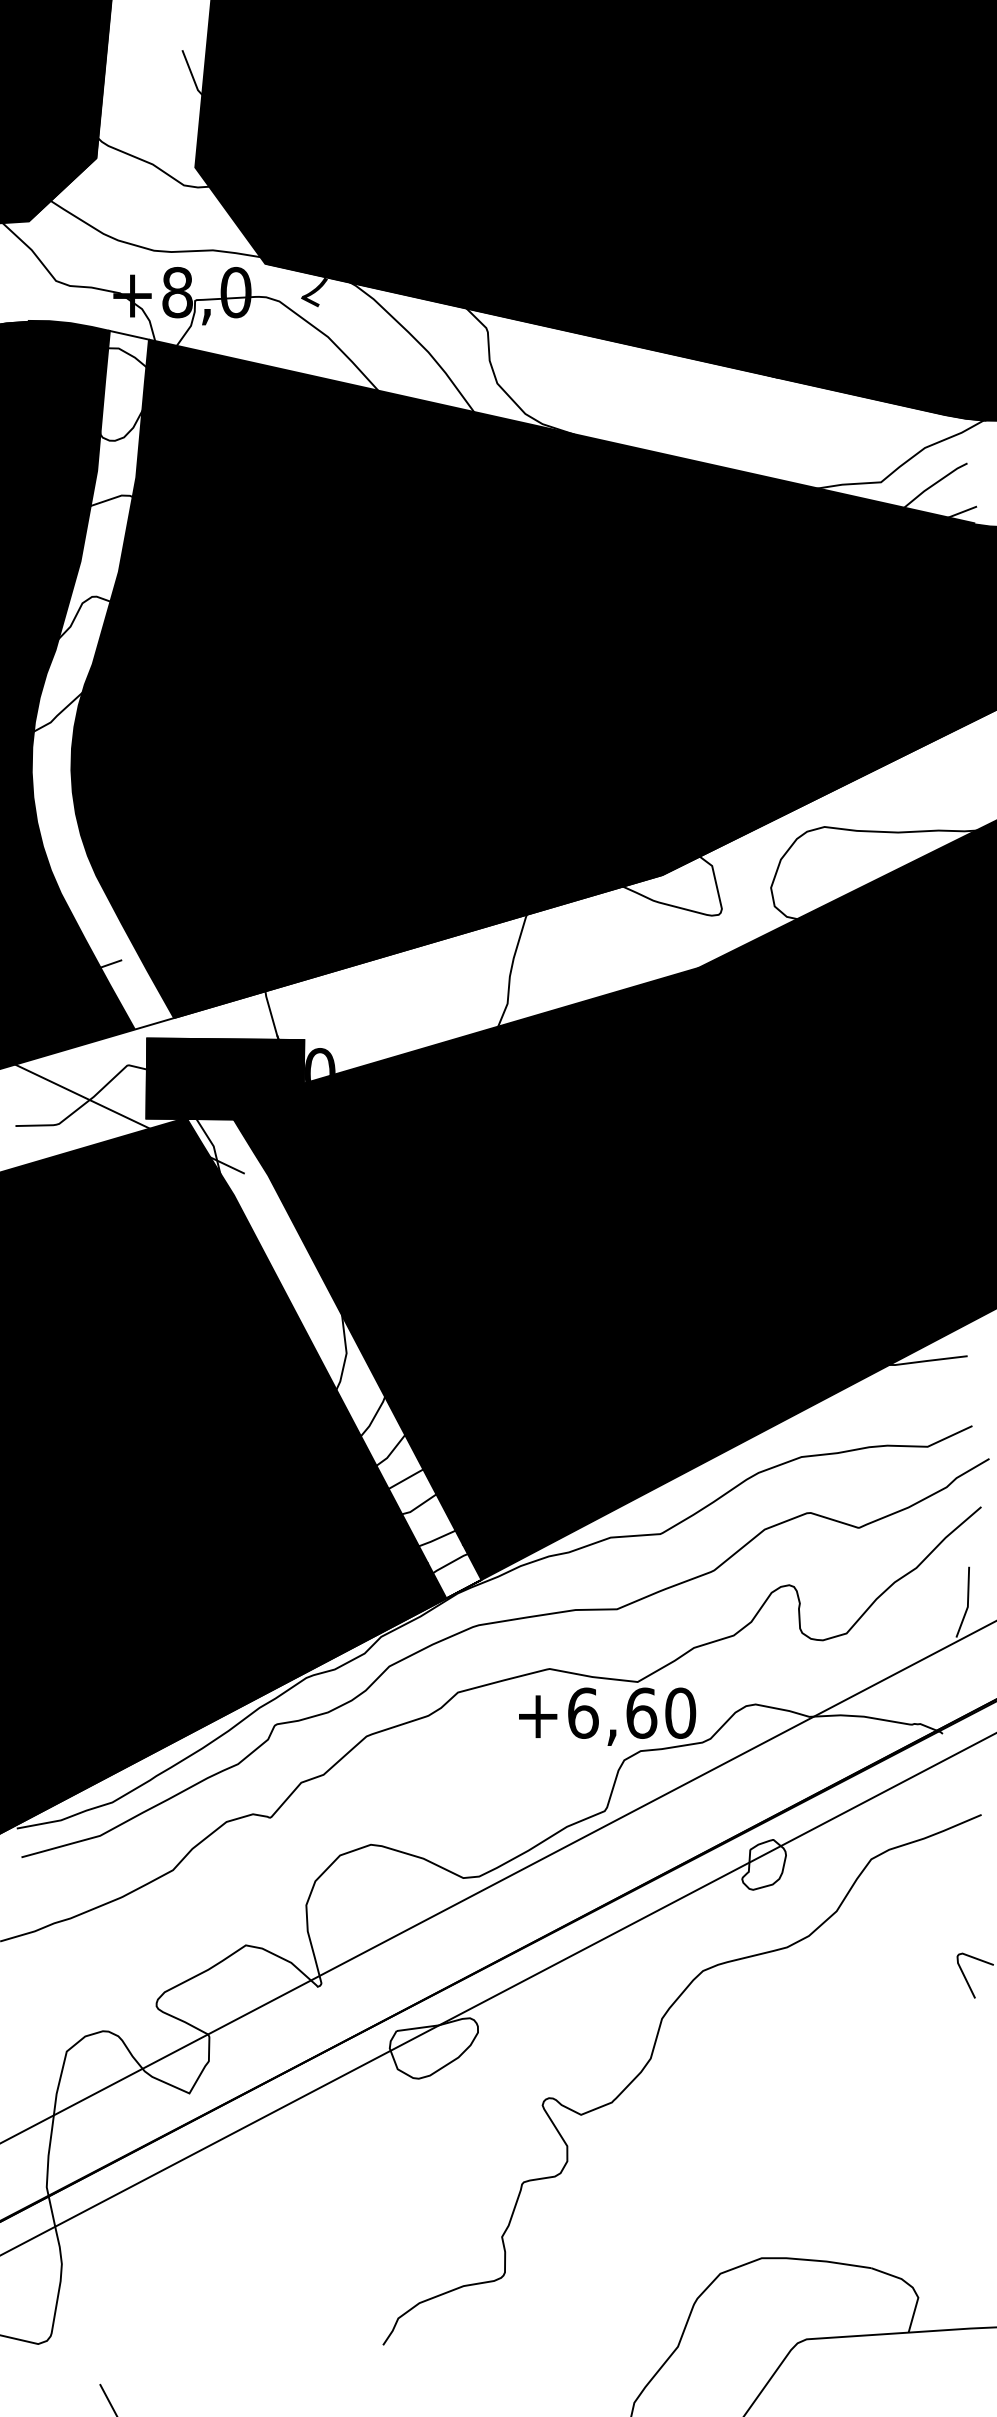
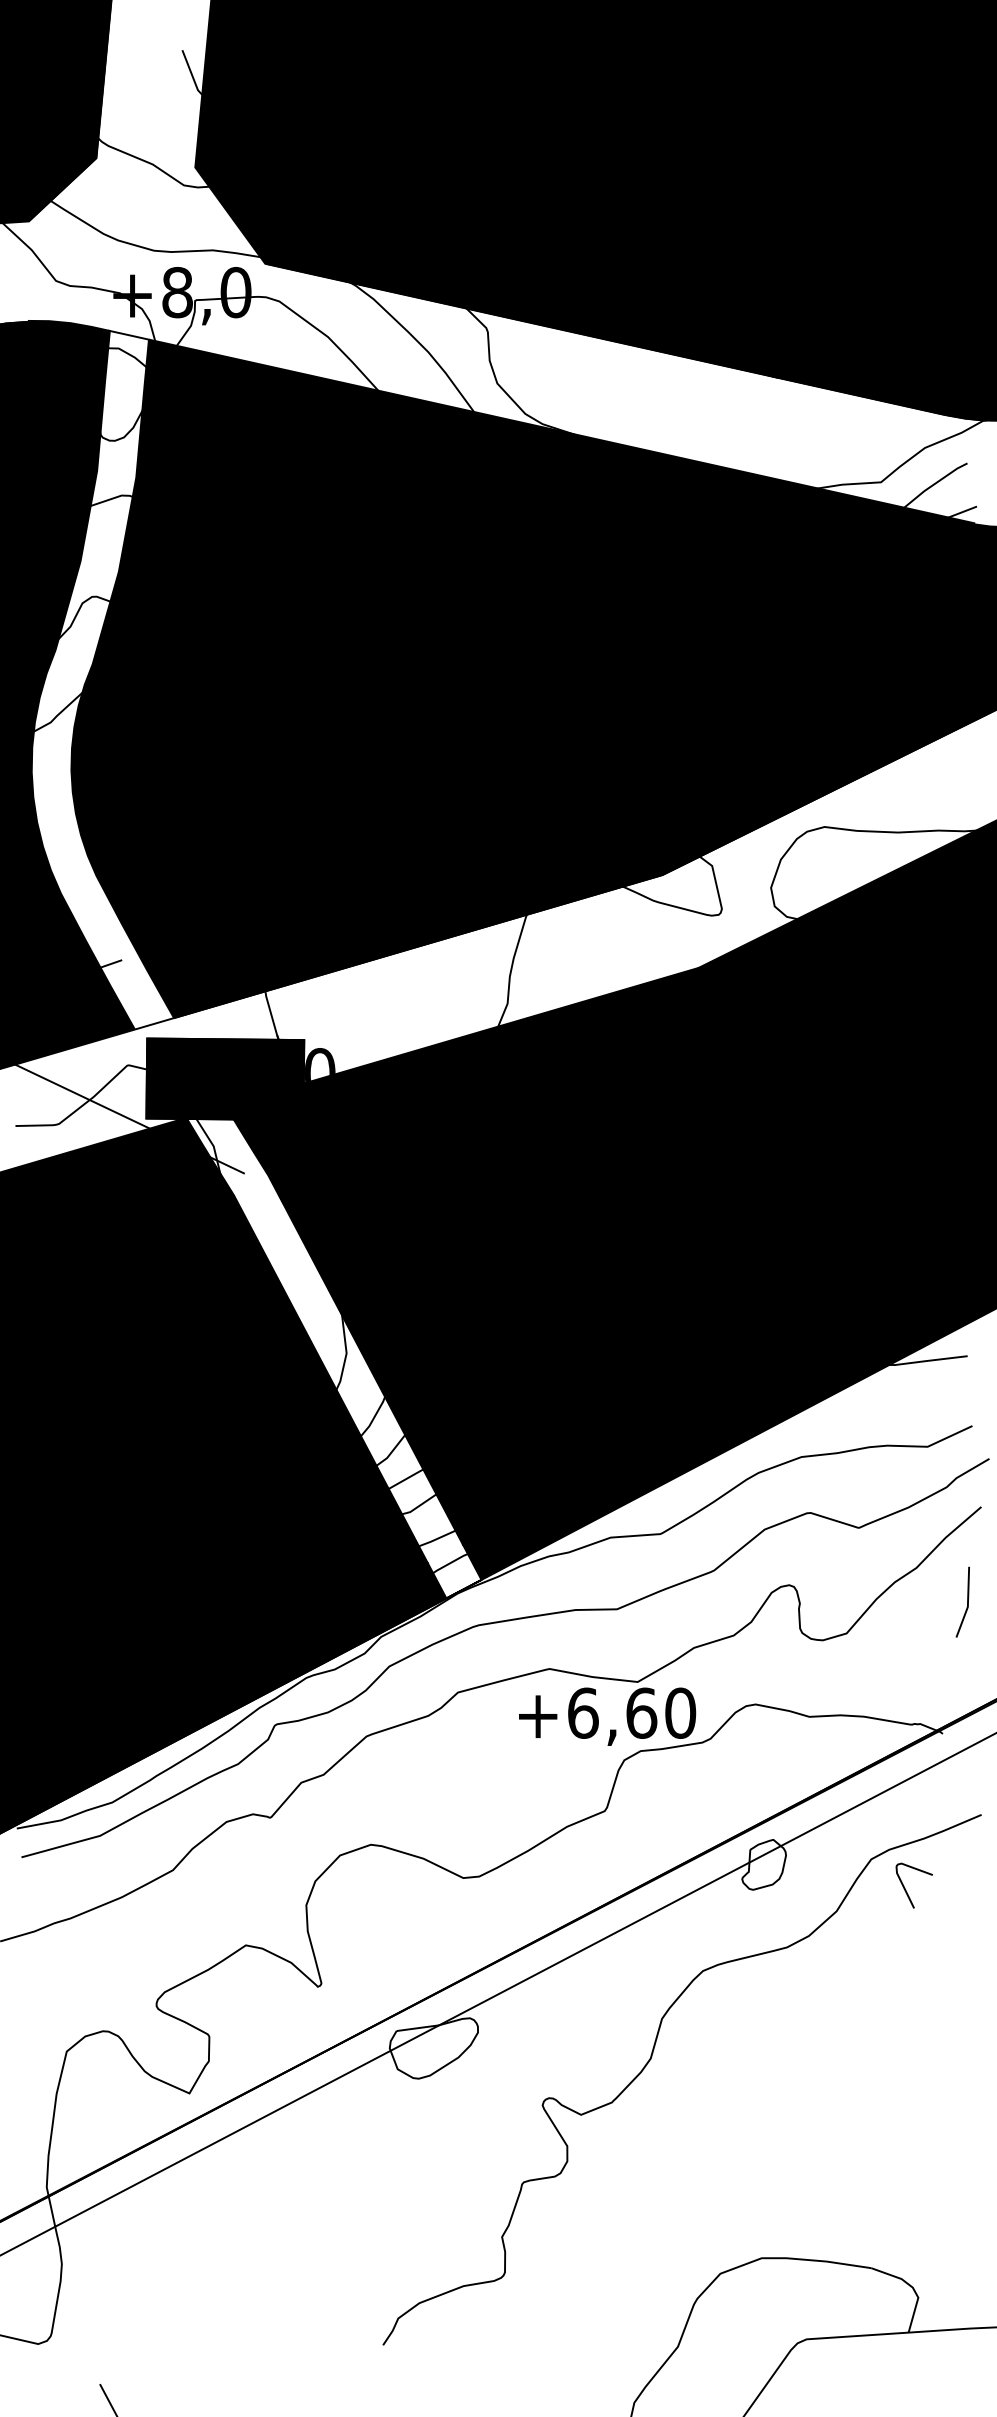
fill at (314, 292): present -> none
line at (497, 1882): present -> none
curve at (966, 1978) position: (966, 1978) -> (905, 1888)
